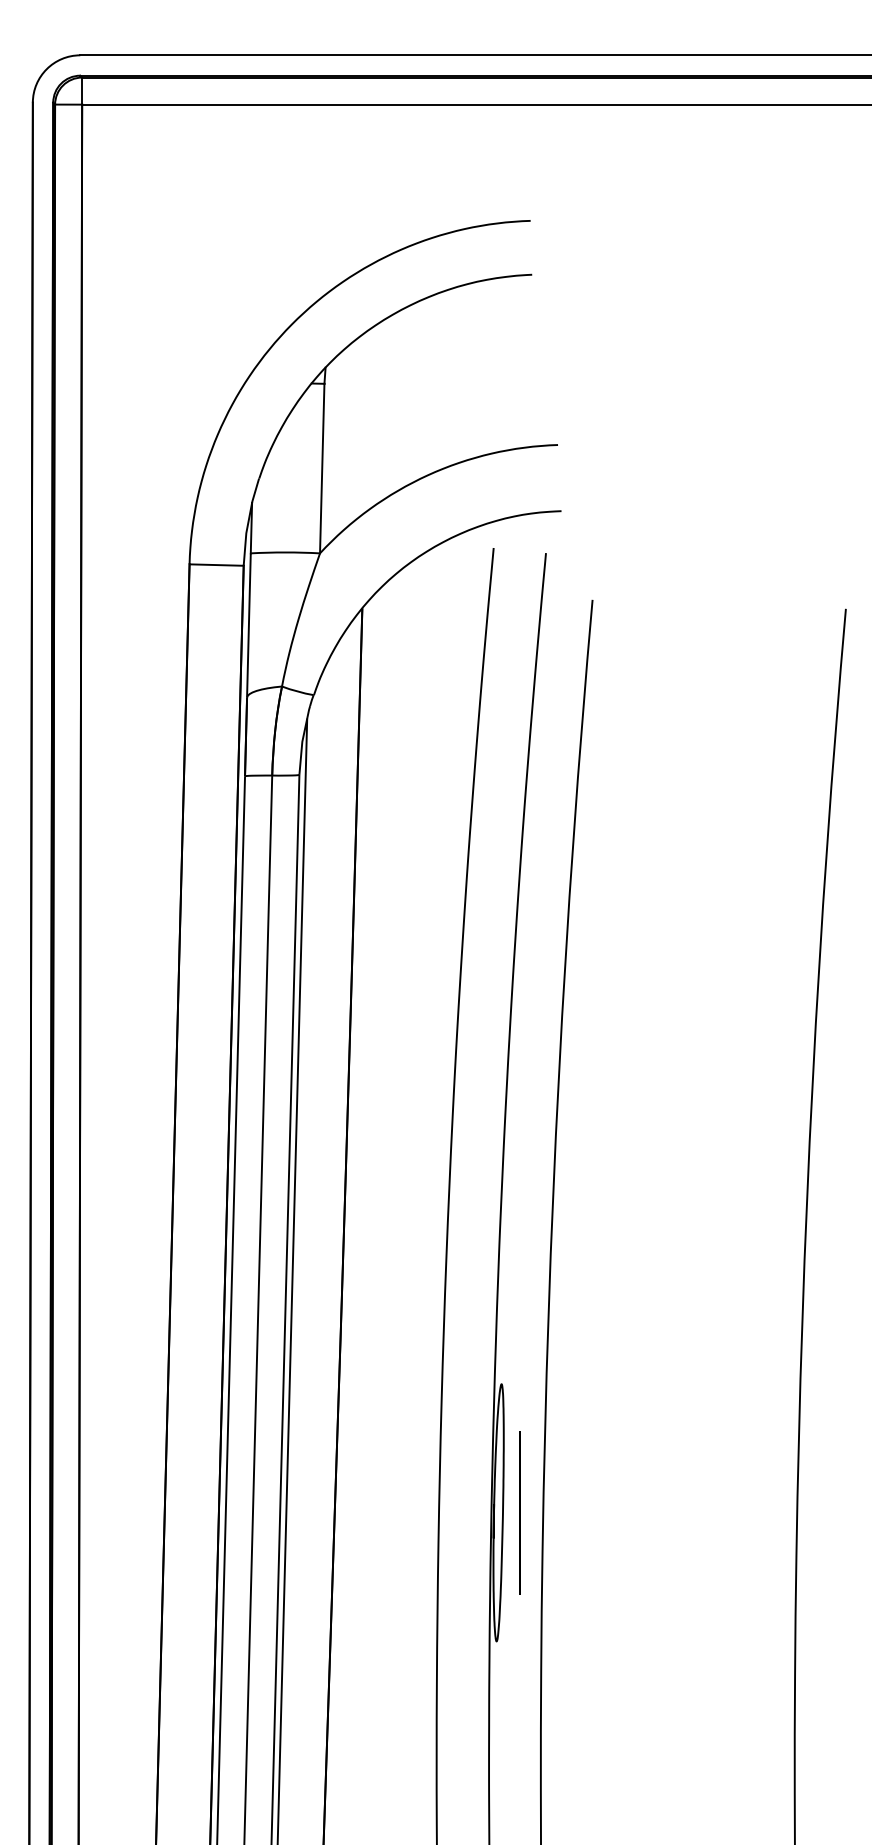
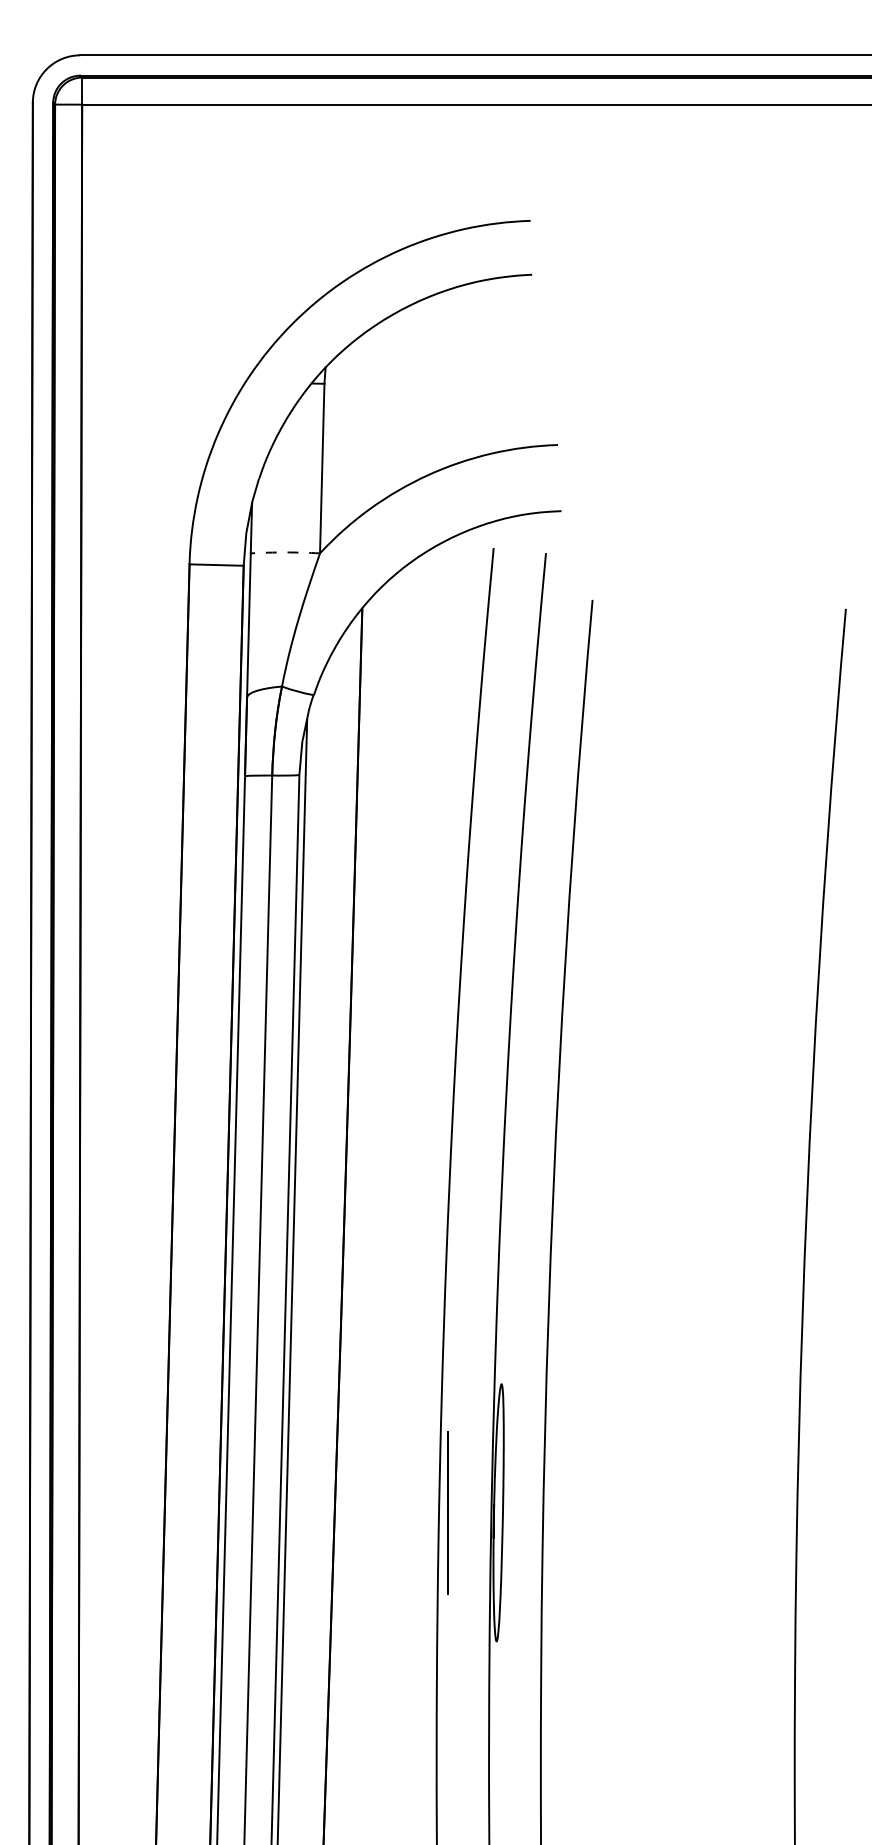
arc at (285, 552): solid -> dashed
line at (519, 1512) position: (519, 1512) -> (447, 1512)
